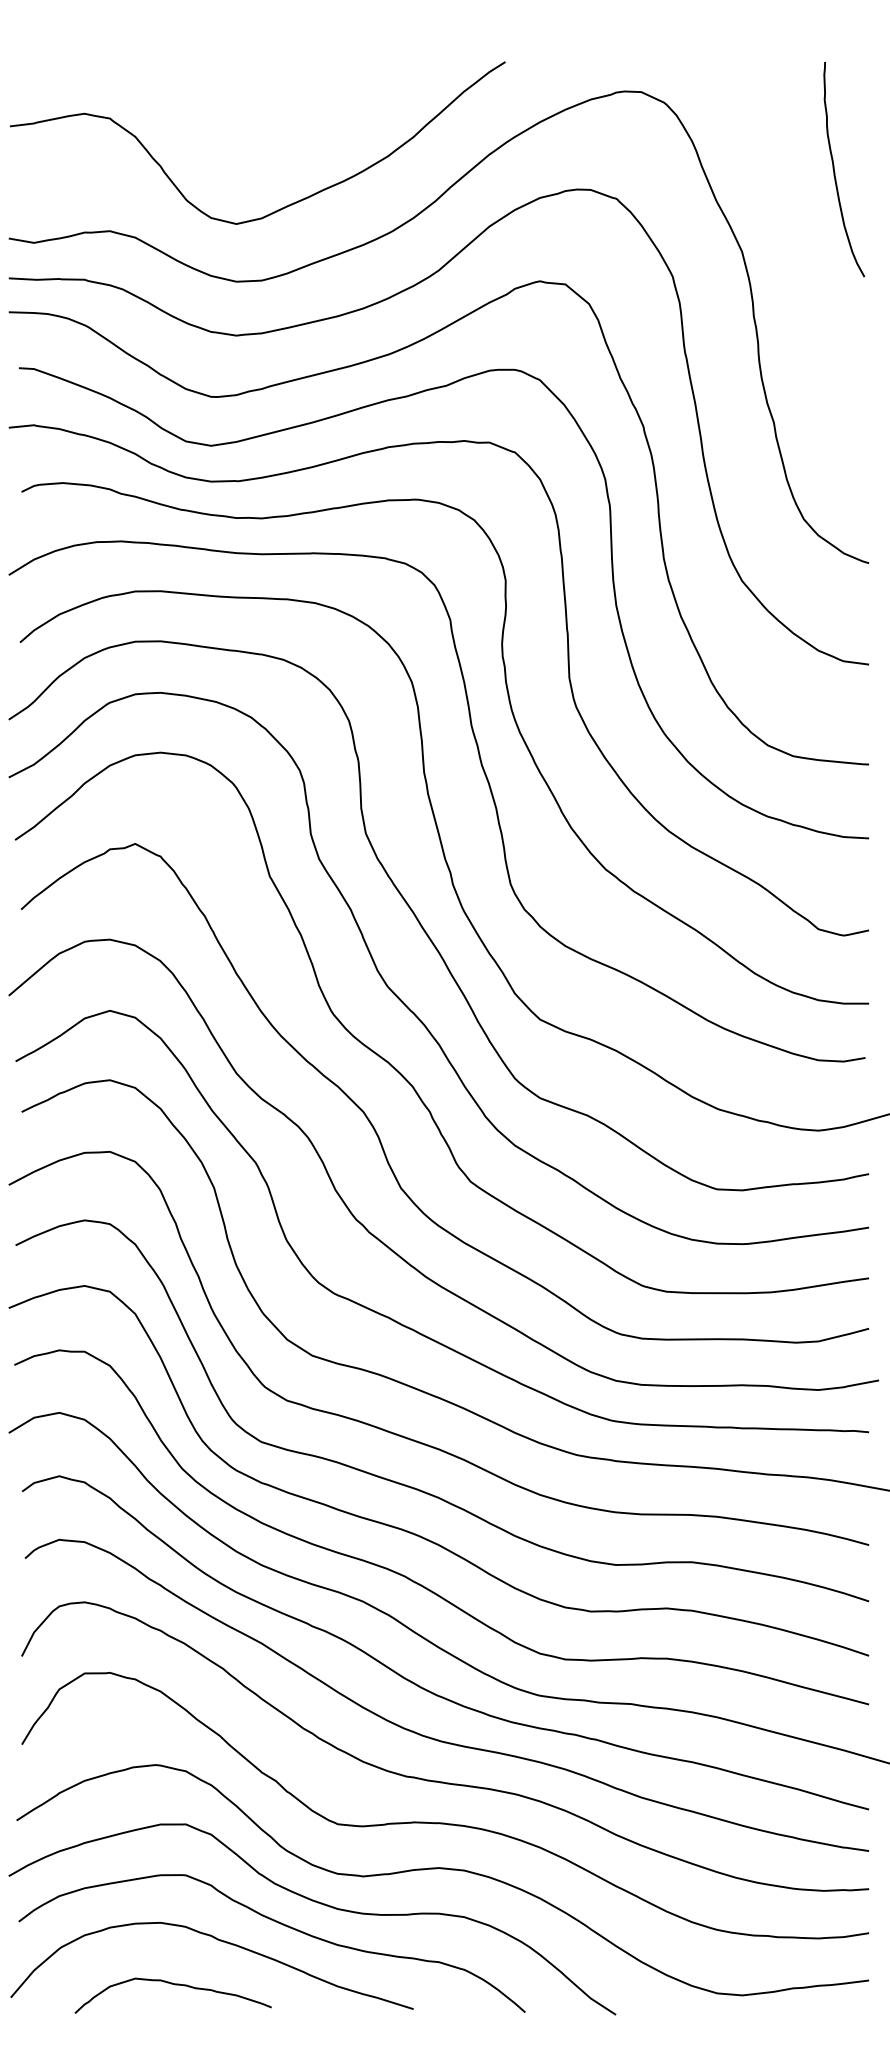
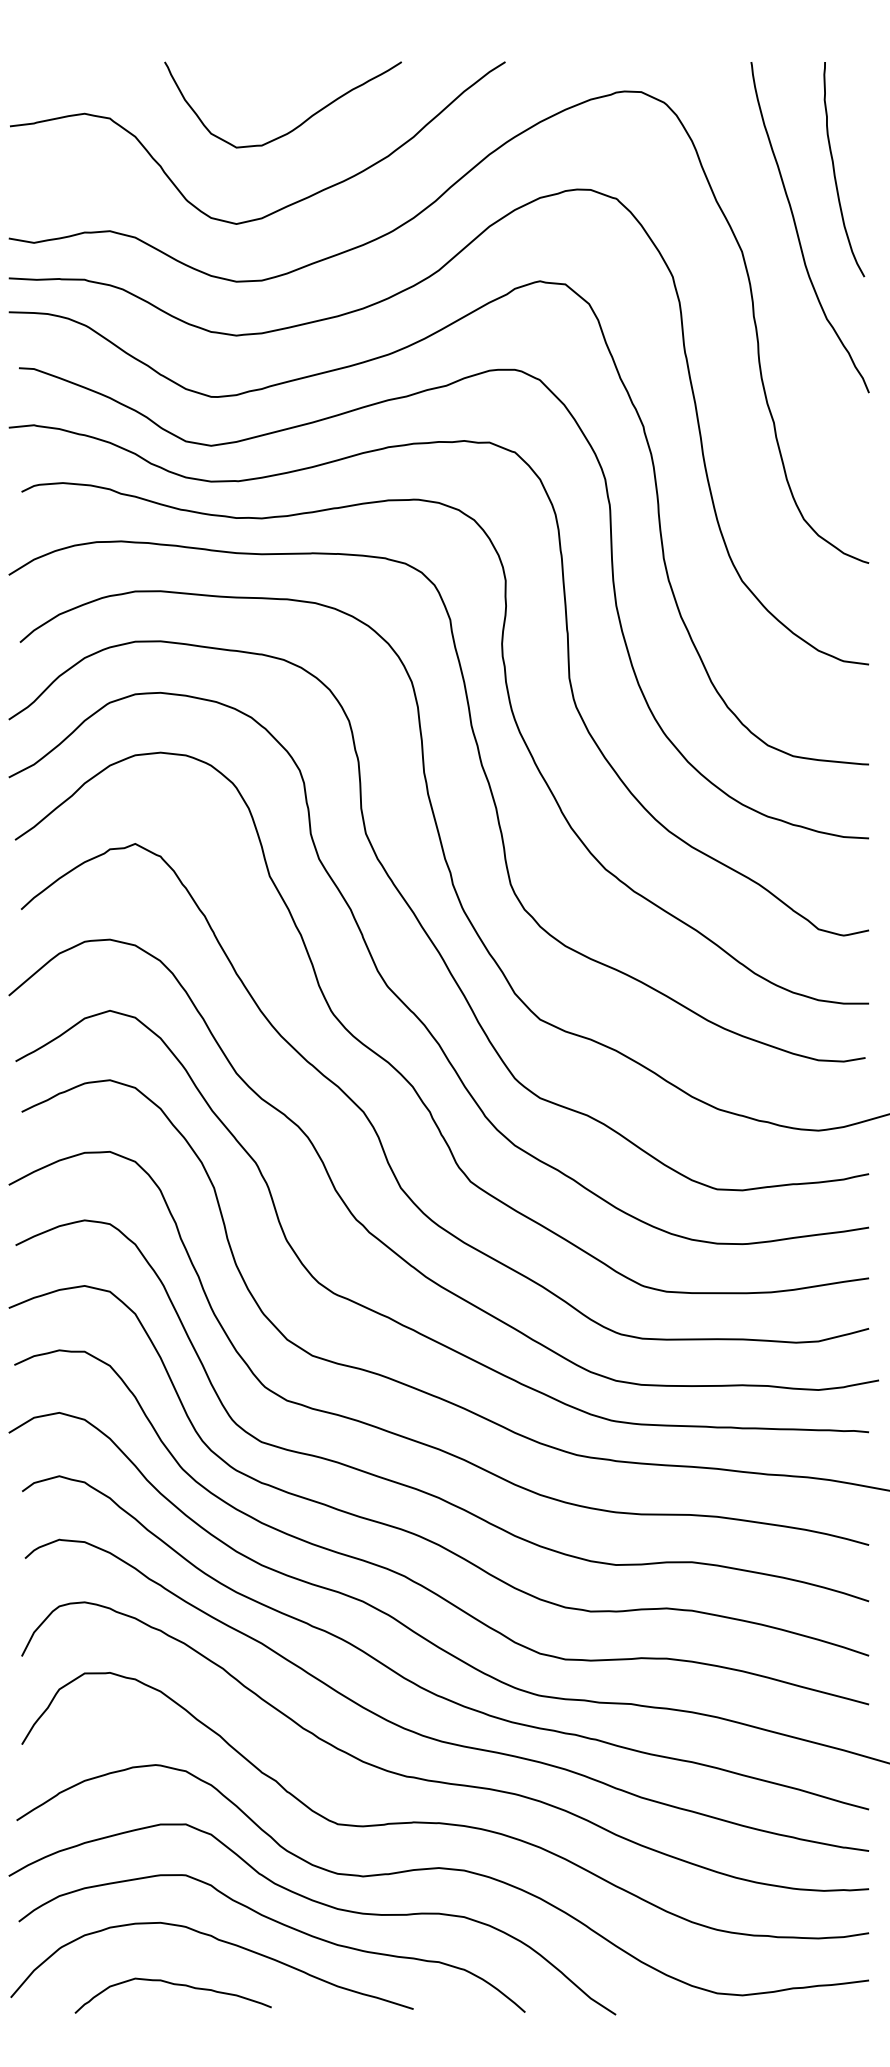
curve at (296, 126): none -> present
curve at (797, 228): none -> present
